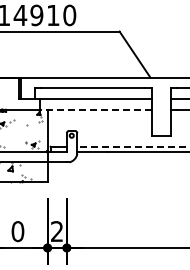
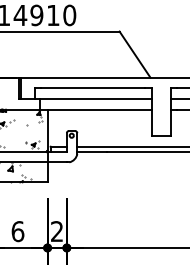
line at (95, 109): dashed -> solid
line at (133, 146): dashed -> solid
text at (17, 231): 0 -> 6
